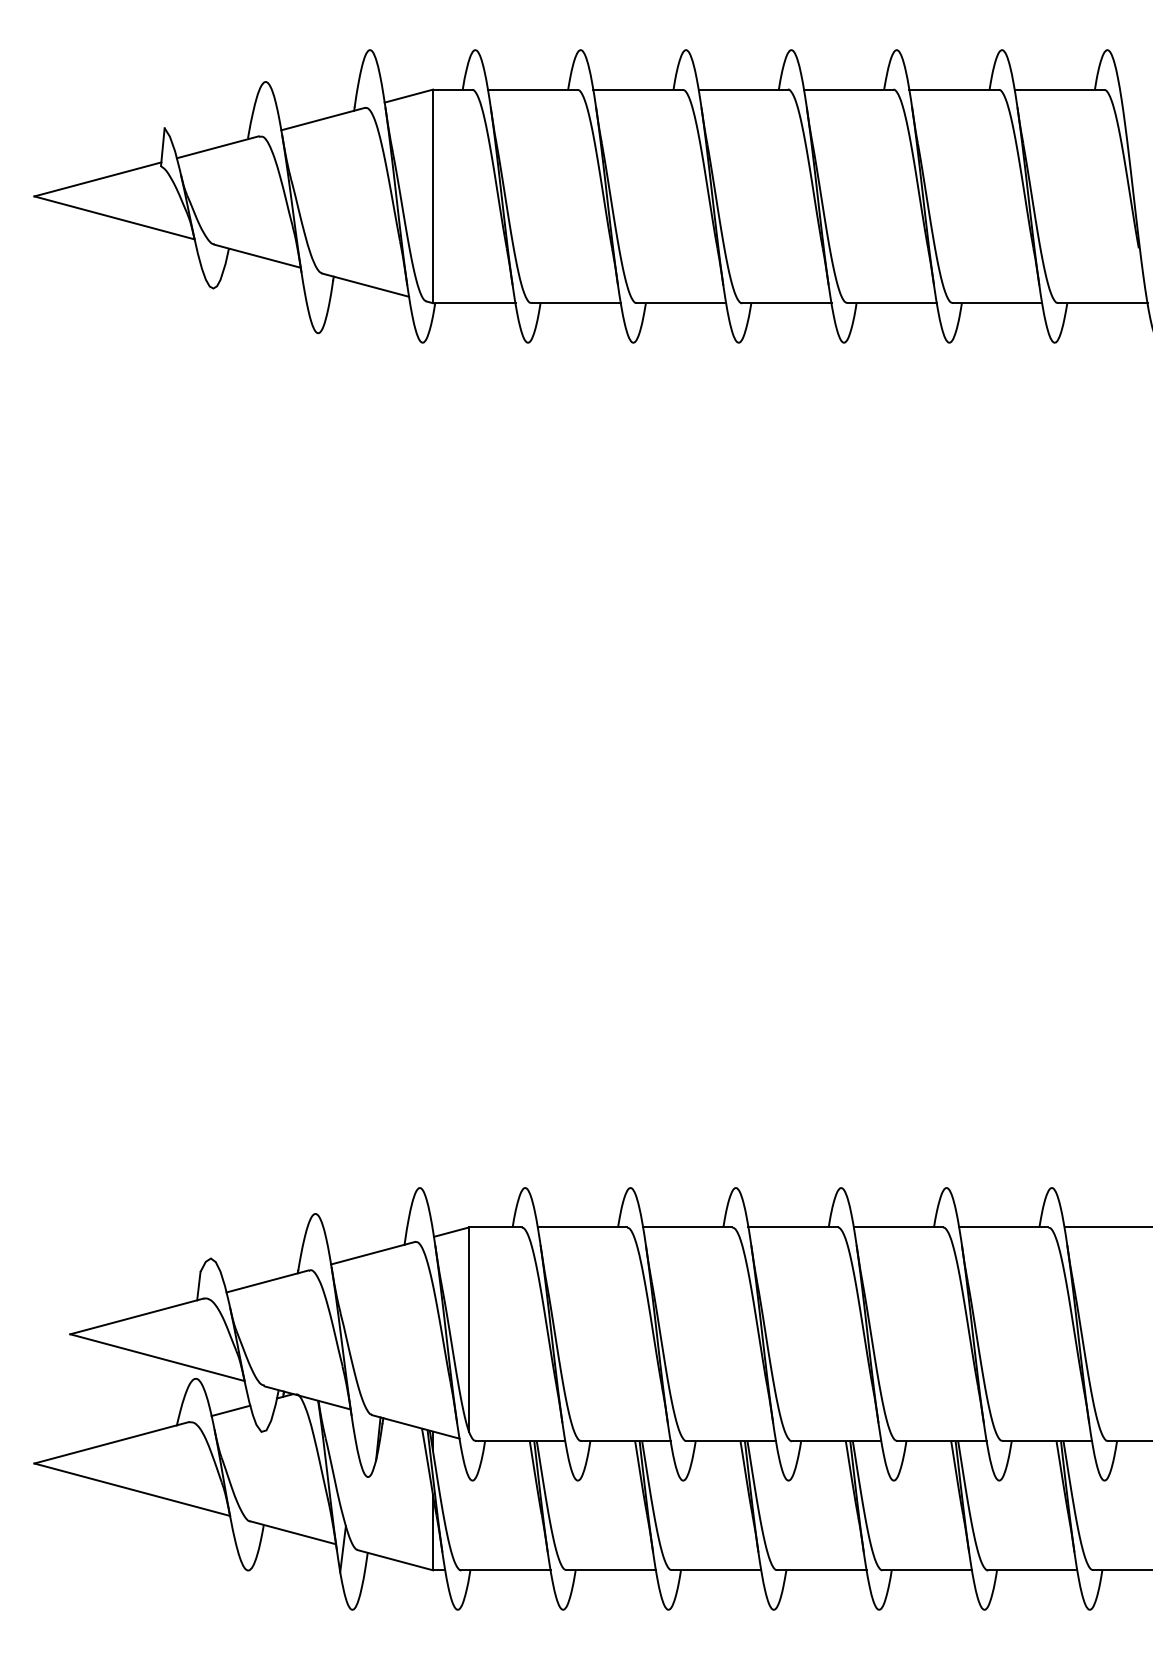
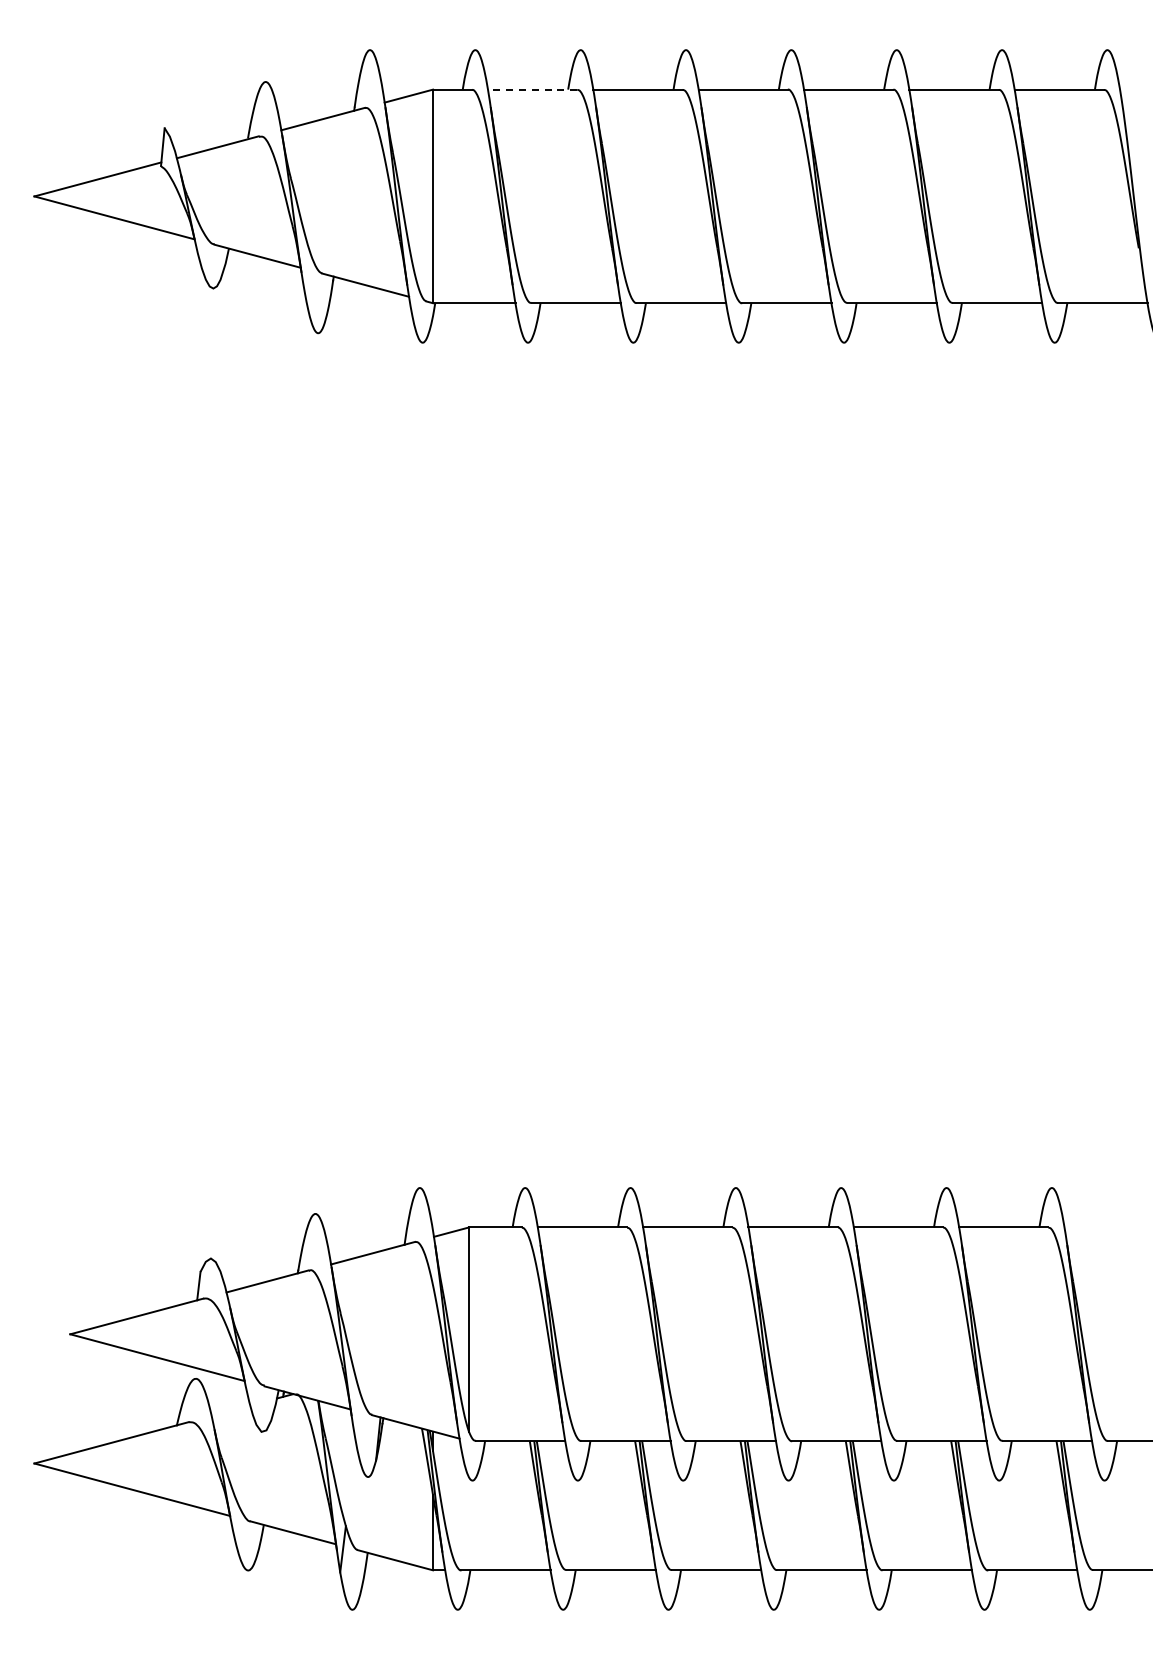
line at (532, 89): solid -> dashed
line at (1106, 1227): present -> none
line at (230, 1410): present -> none
